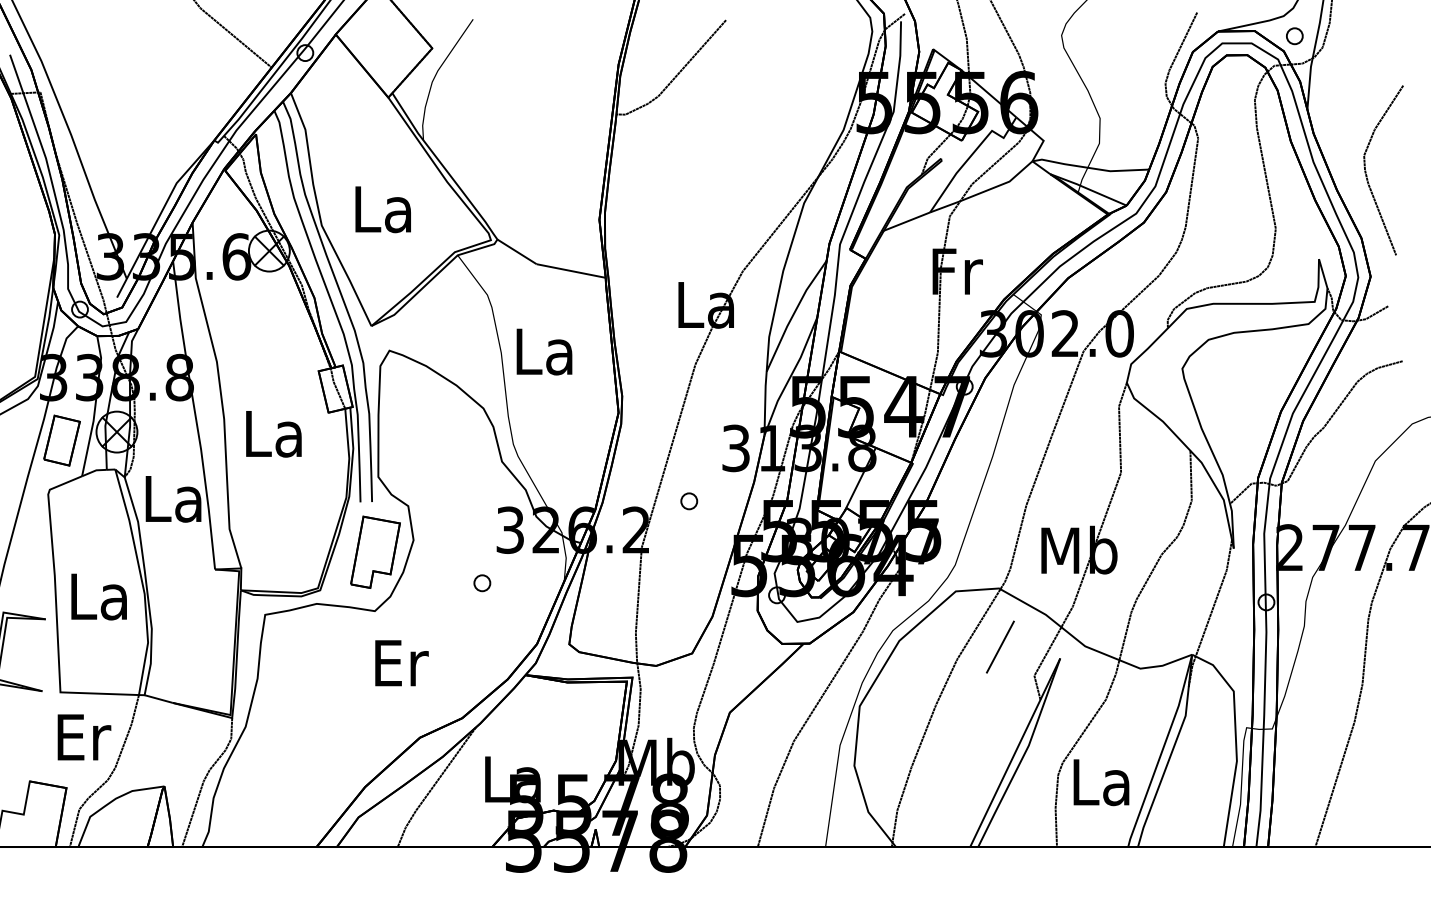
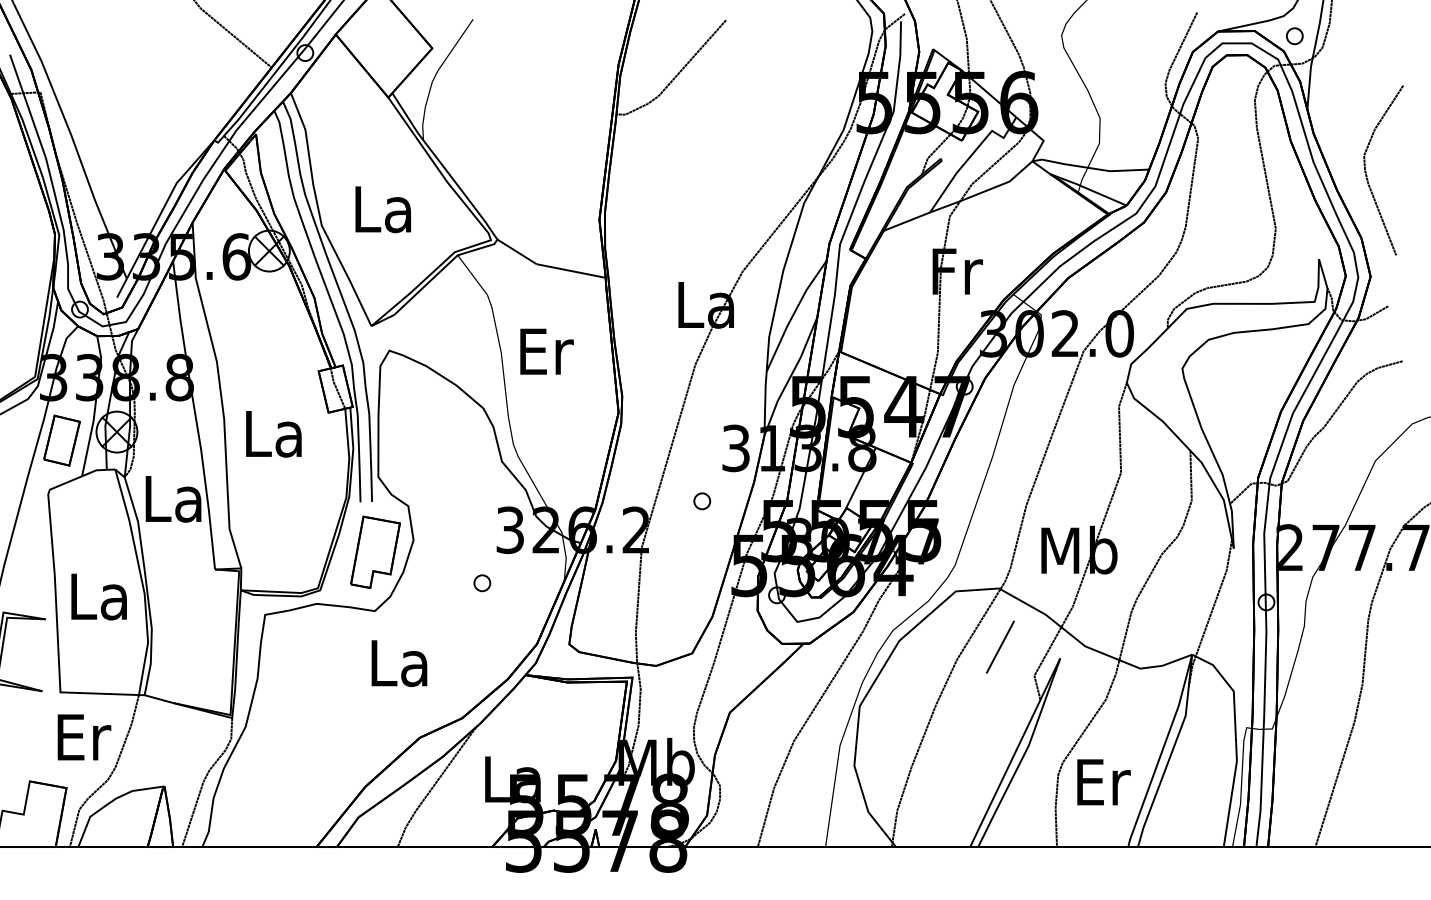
text at (544, 351): La -> Er
part at (689, 501) position: (689, 501) -> (702, 501)
text at (399, 663): Er -> La
text at (1101, 782): La -> Er
